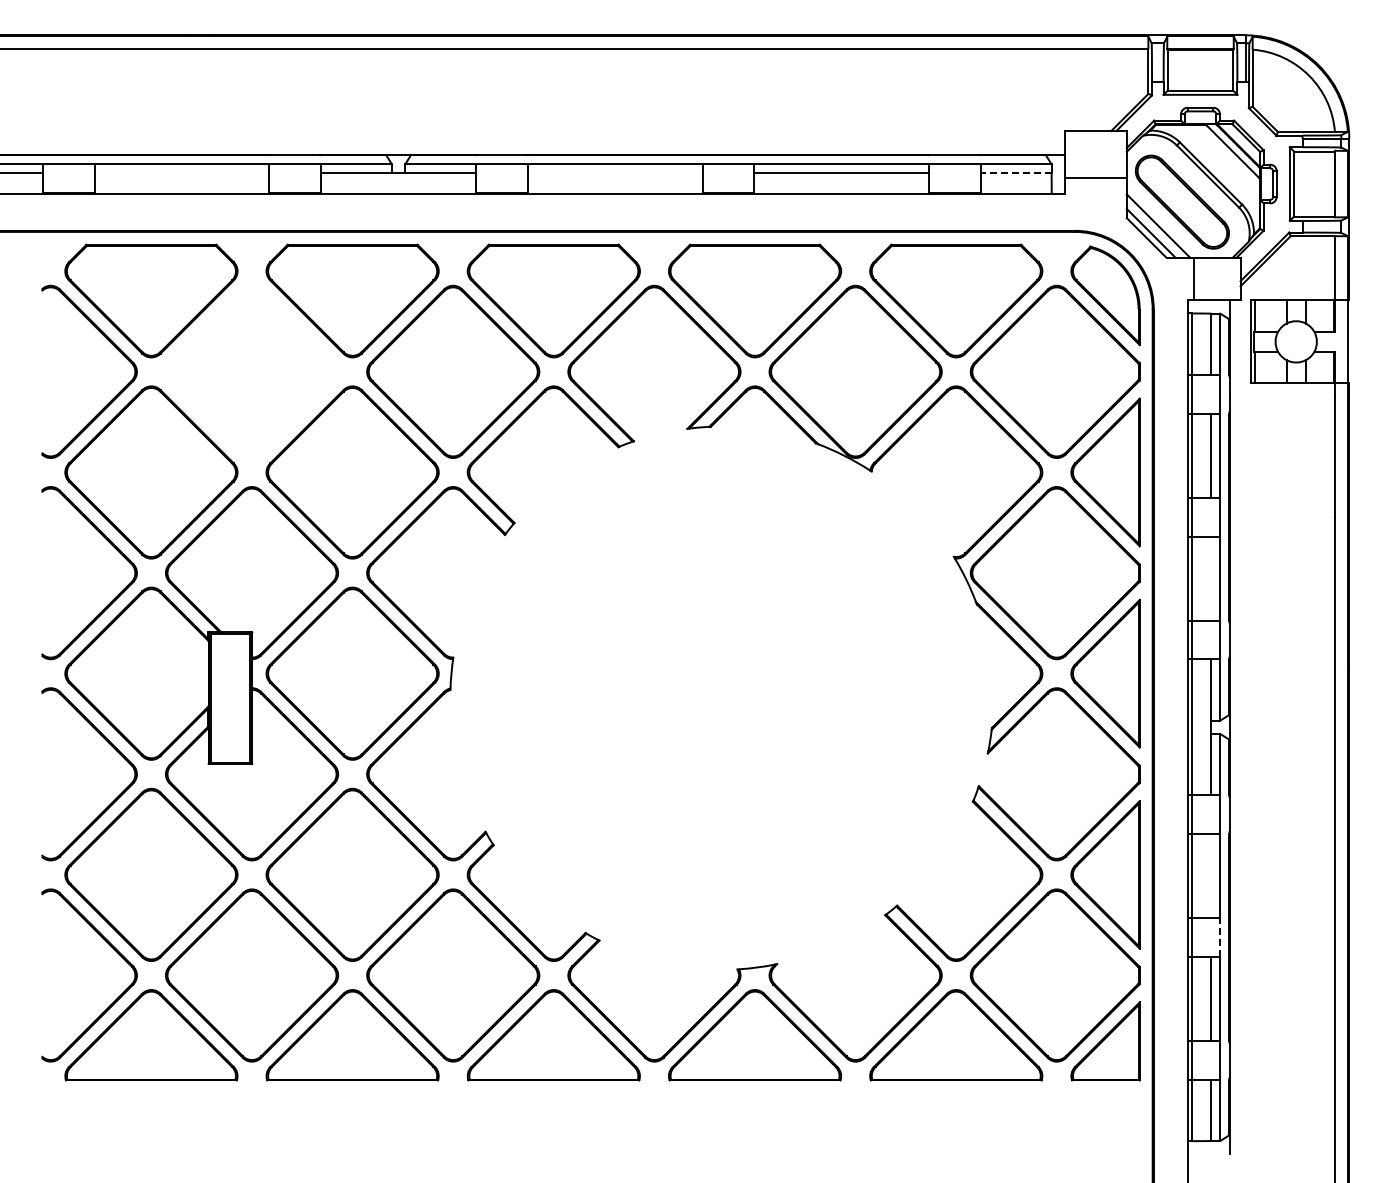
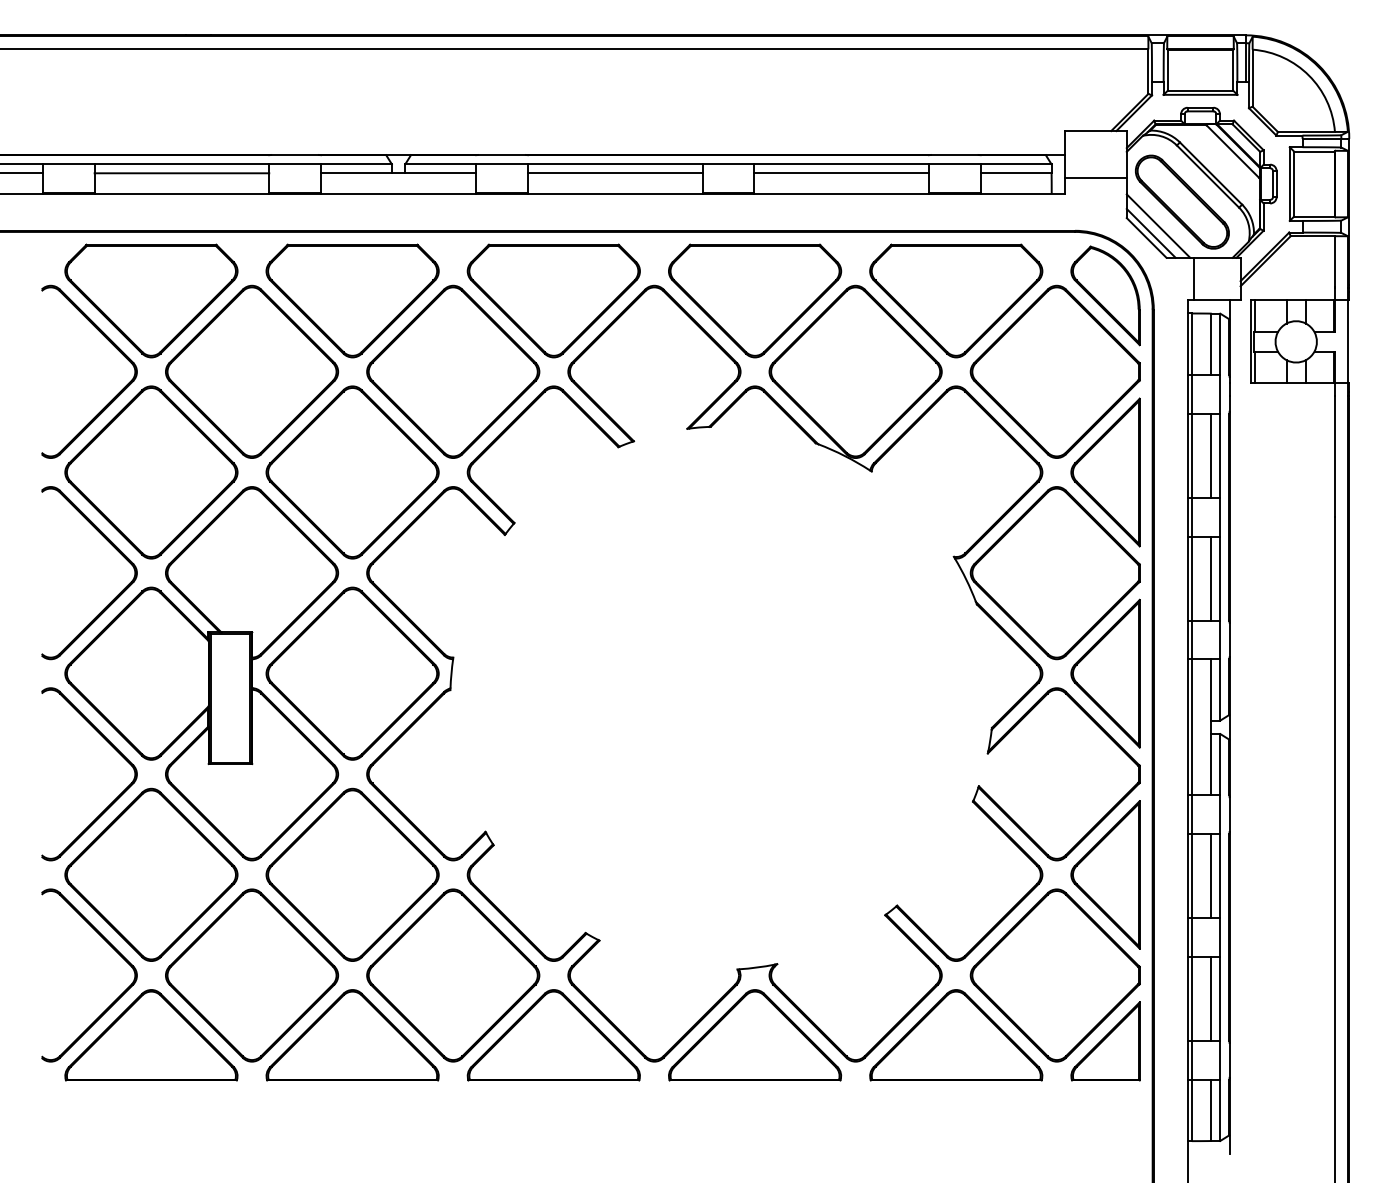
line at (181, 173): none -> present
line at (614, 173): none -> present
line at (1015, 173): dashed -> solid
part at (252, 371): none -> present
line at (1211, 578): none -> present
line at (1211, 876): none -> present
line at (1220, 937): dashed -> solid
